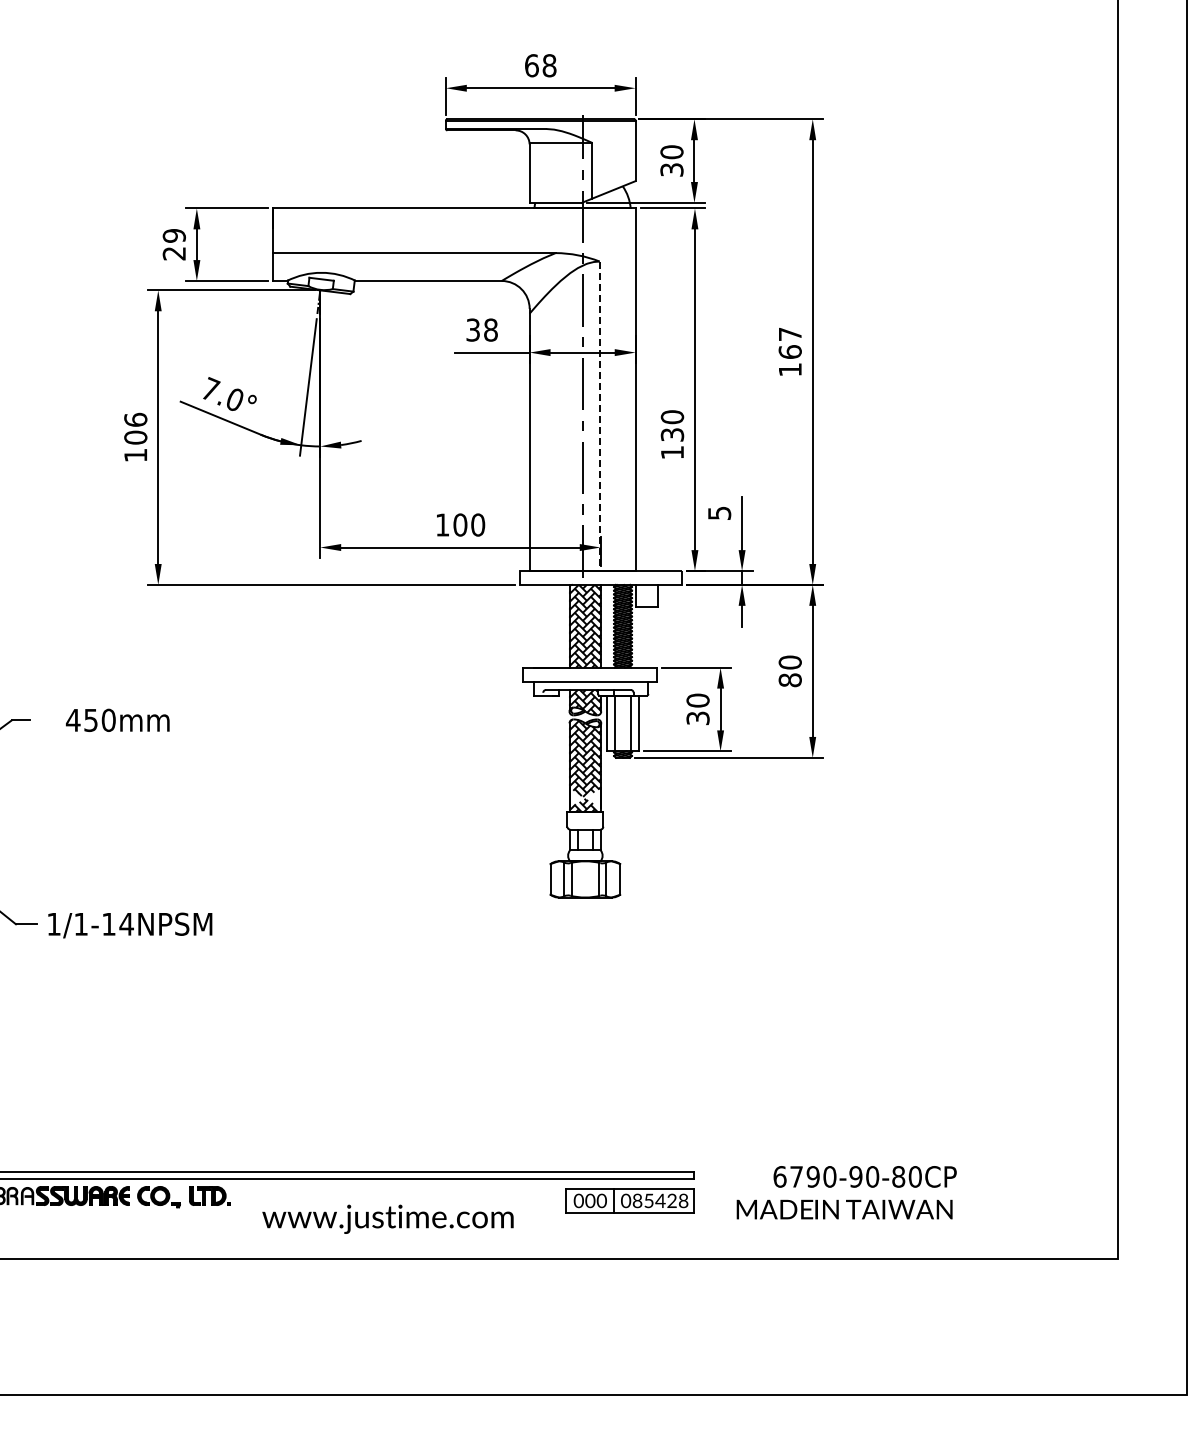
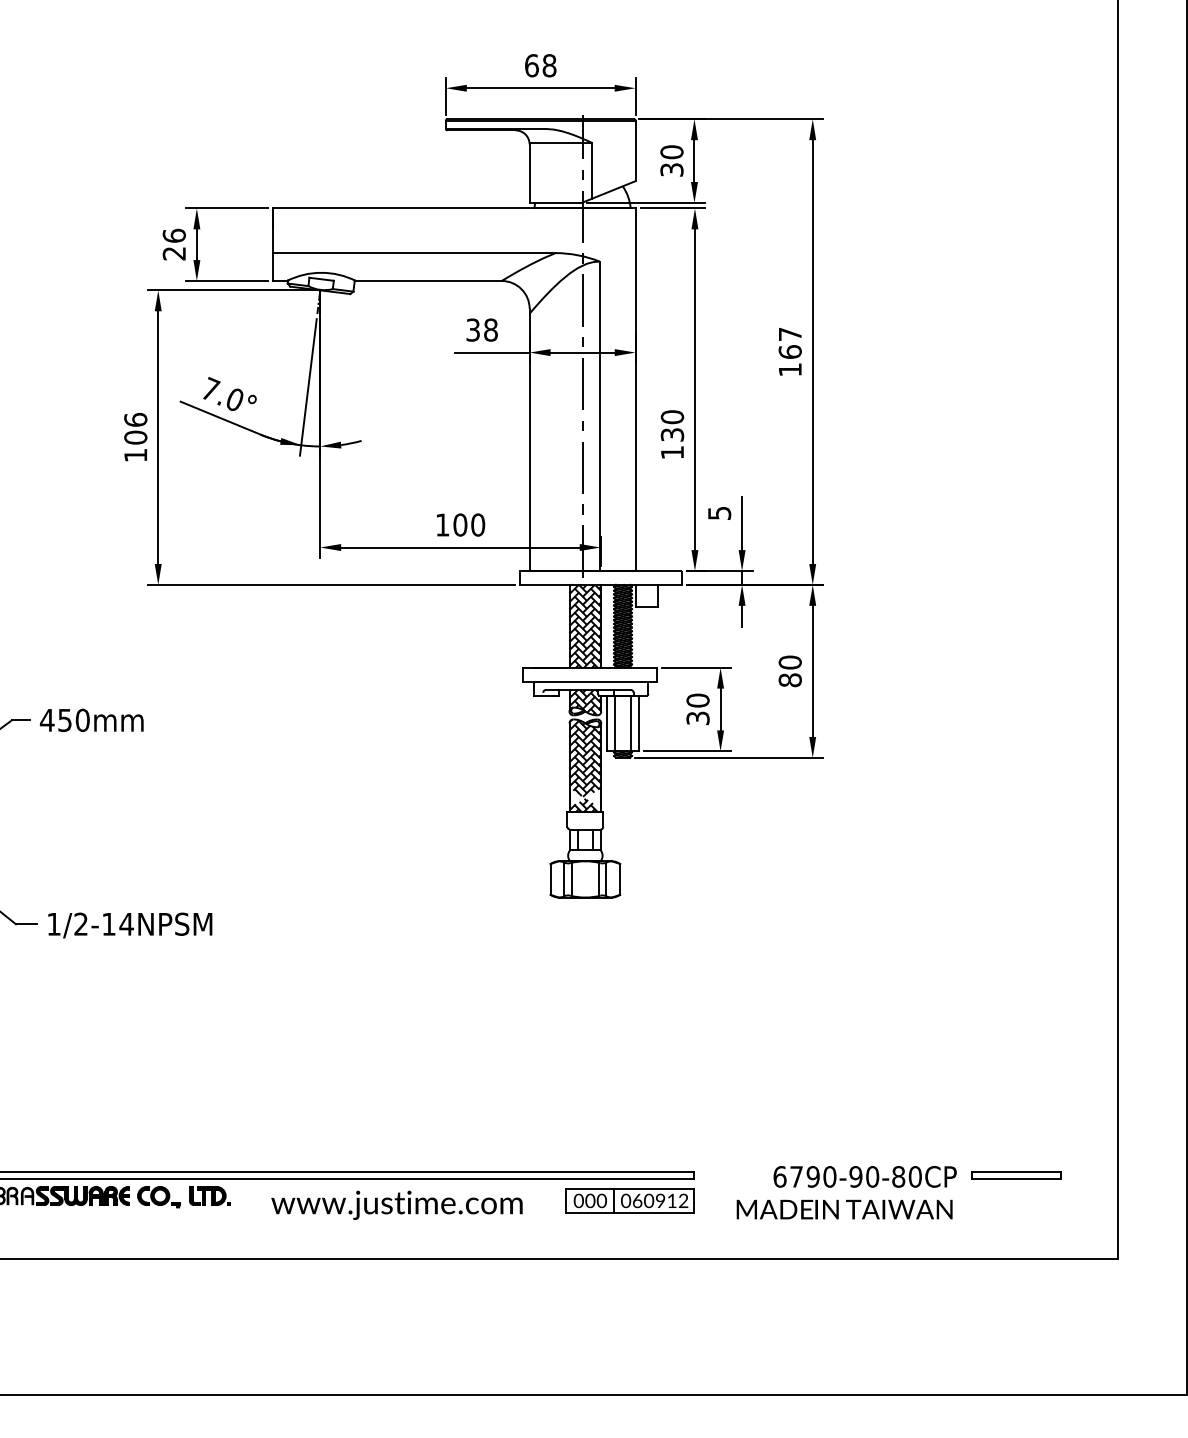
text at (173, 235): 29 -> 26
line at (599, 416): dashed -> solid
text at (117, 719) position: (117, 719) -> (91, 719)
text at (80, 923): 1/1-14NPSM -> 1/2-14NPSM
part at (1016, 1175): none -> present
text at (660, 1200): 085428 -> 060912
text at (387, 1218) position: (387, 1218) -> (396, 1204)
